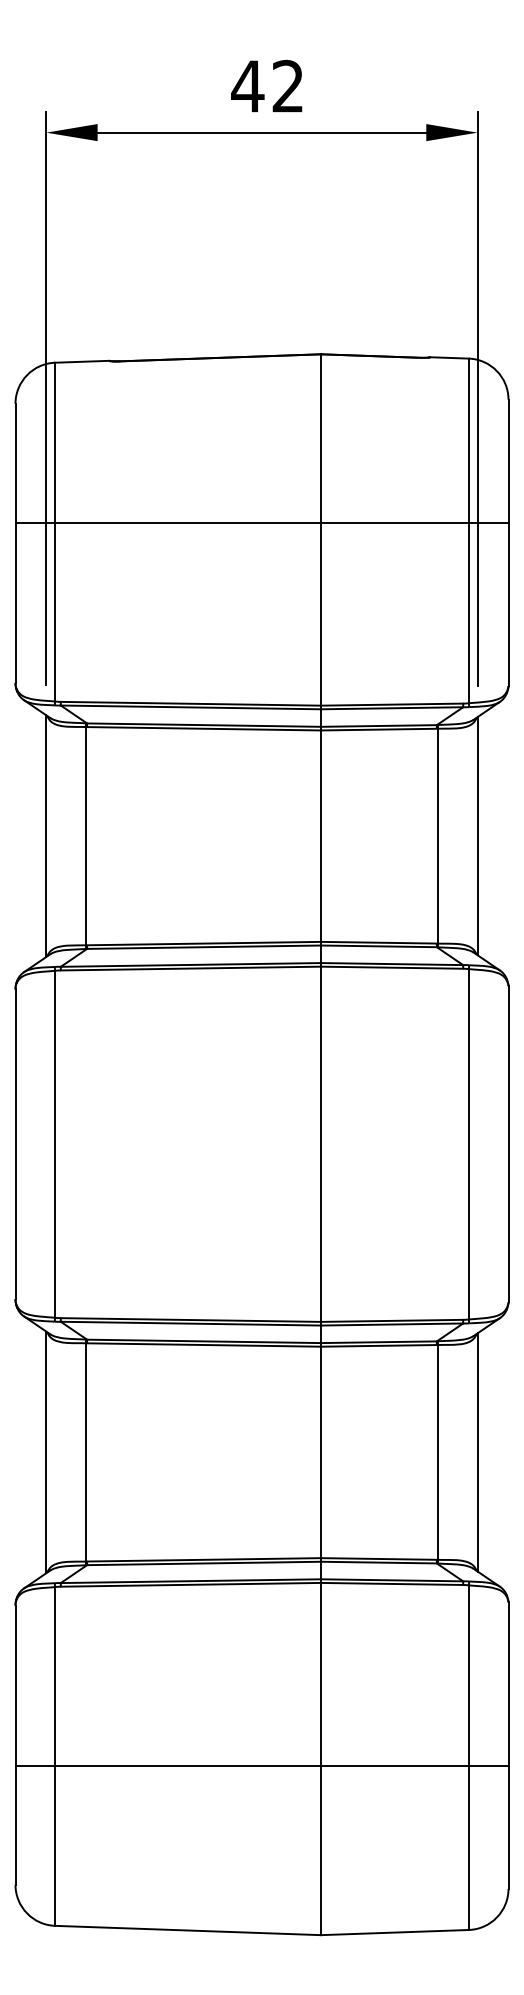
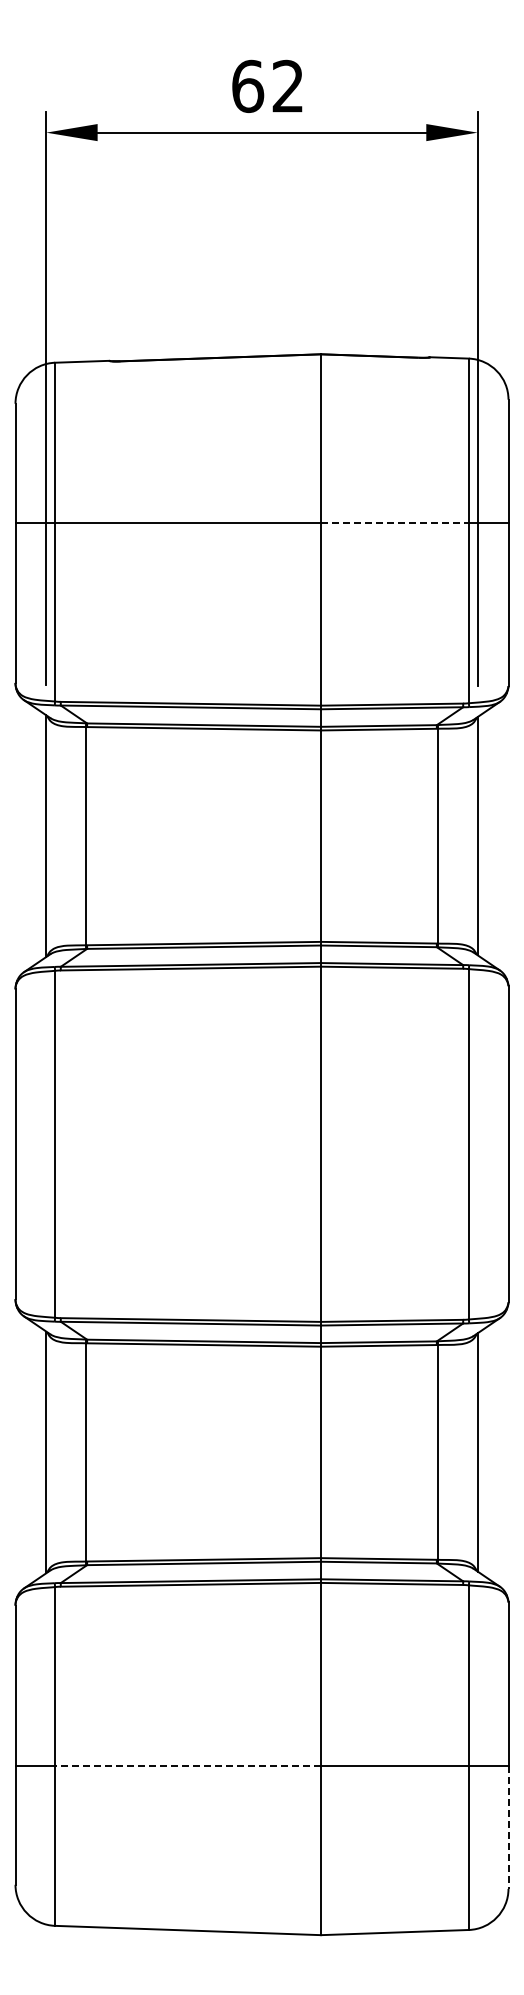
text at (247, 86): 42 -> 62
line at (394, 522): solid -> dashed
line at (188, 1765): solid -> dashed
line at (508, 1827): solid -> dashed
